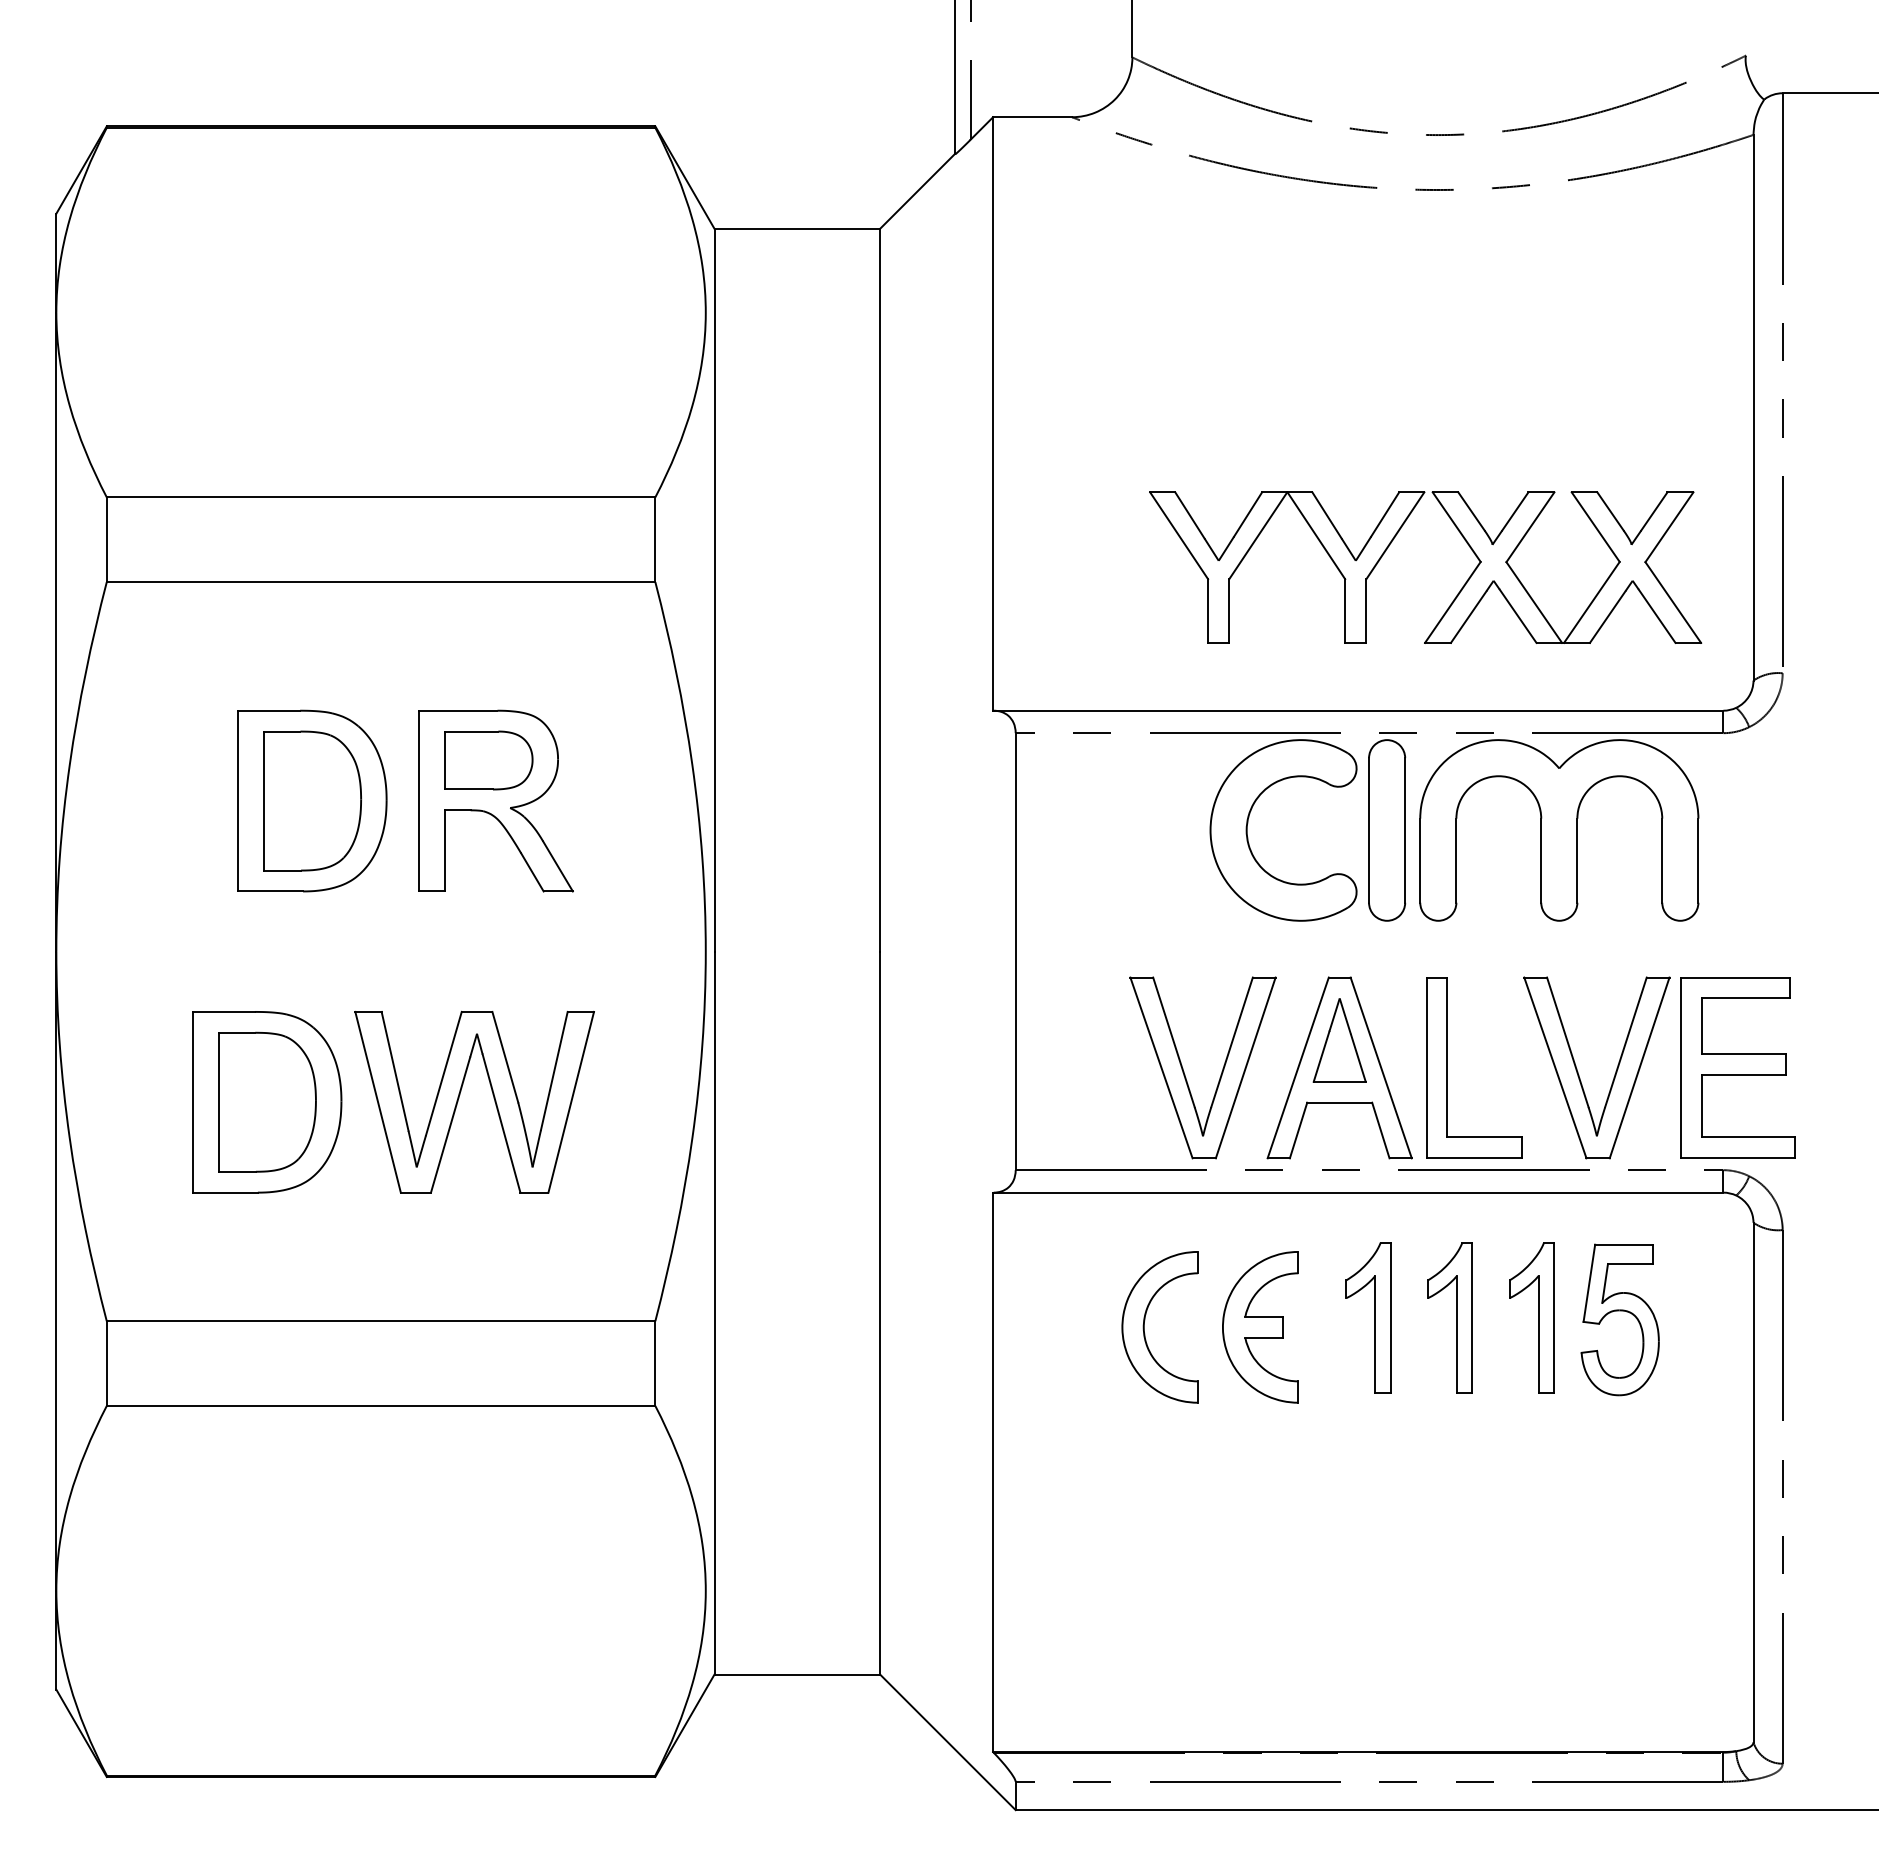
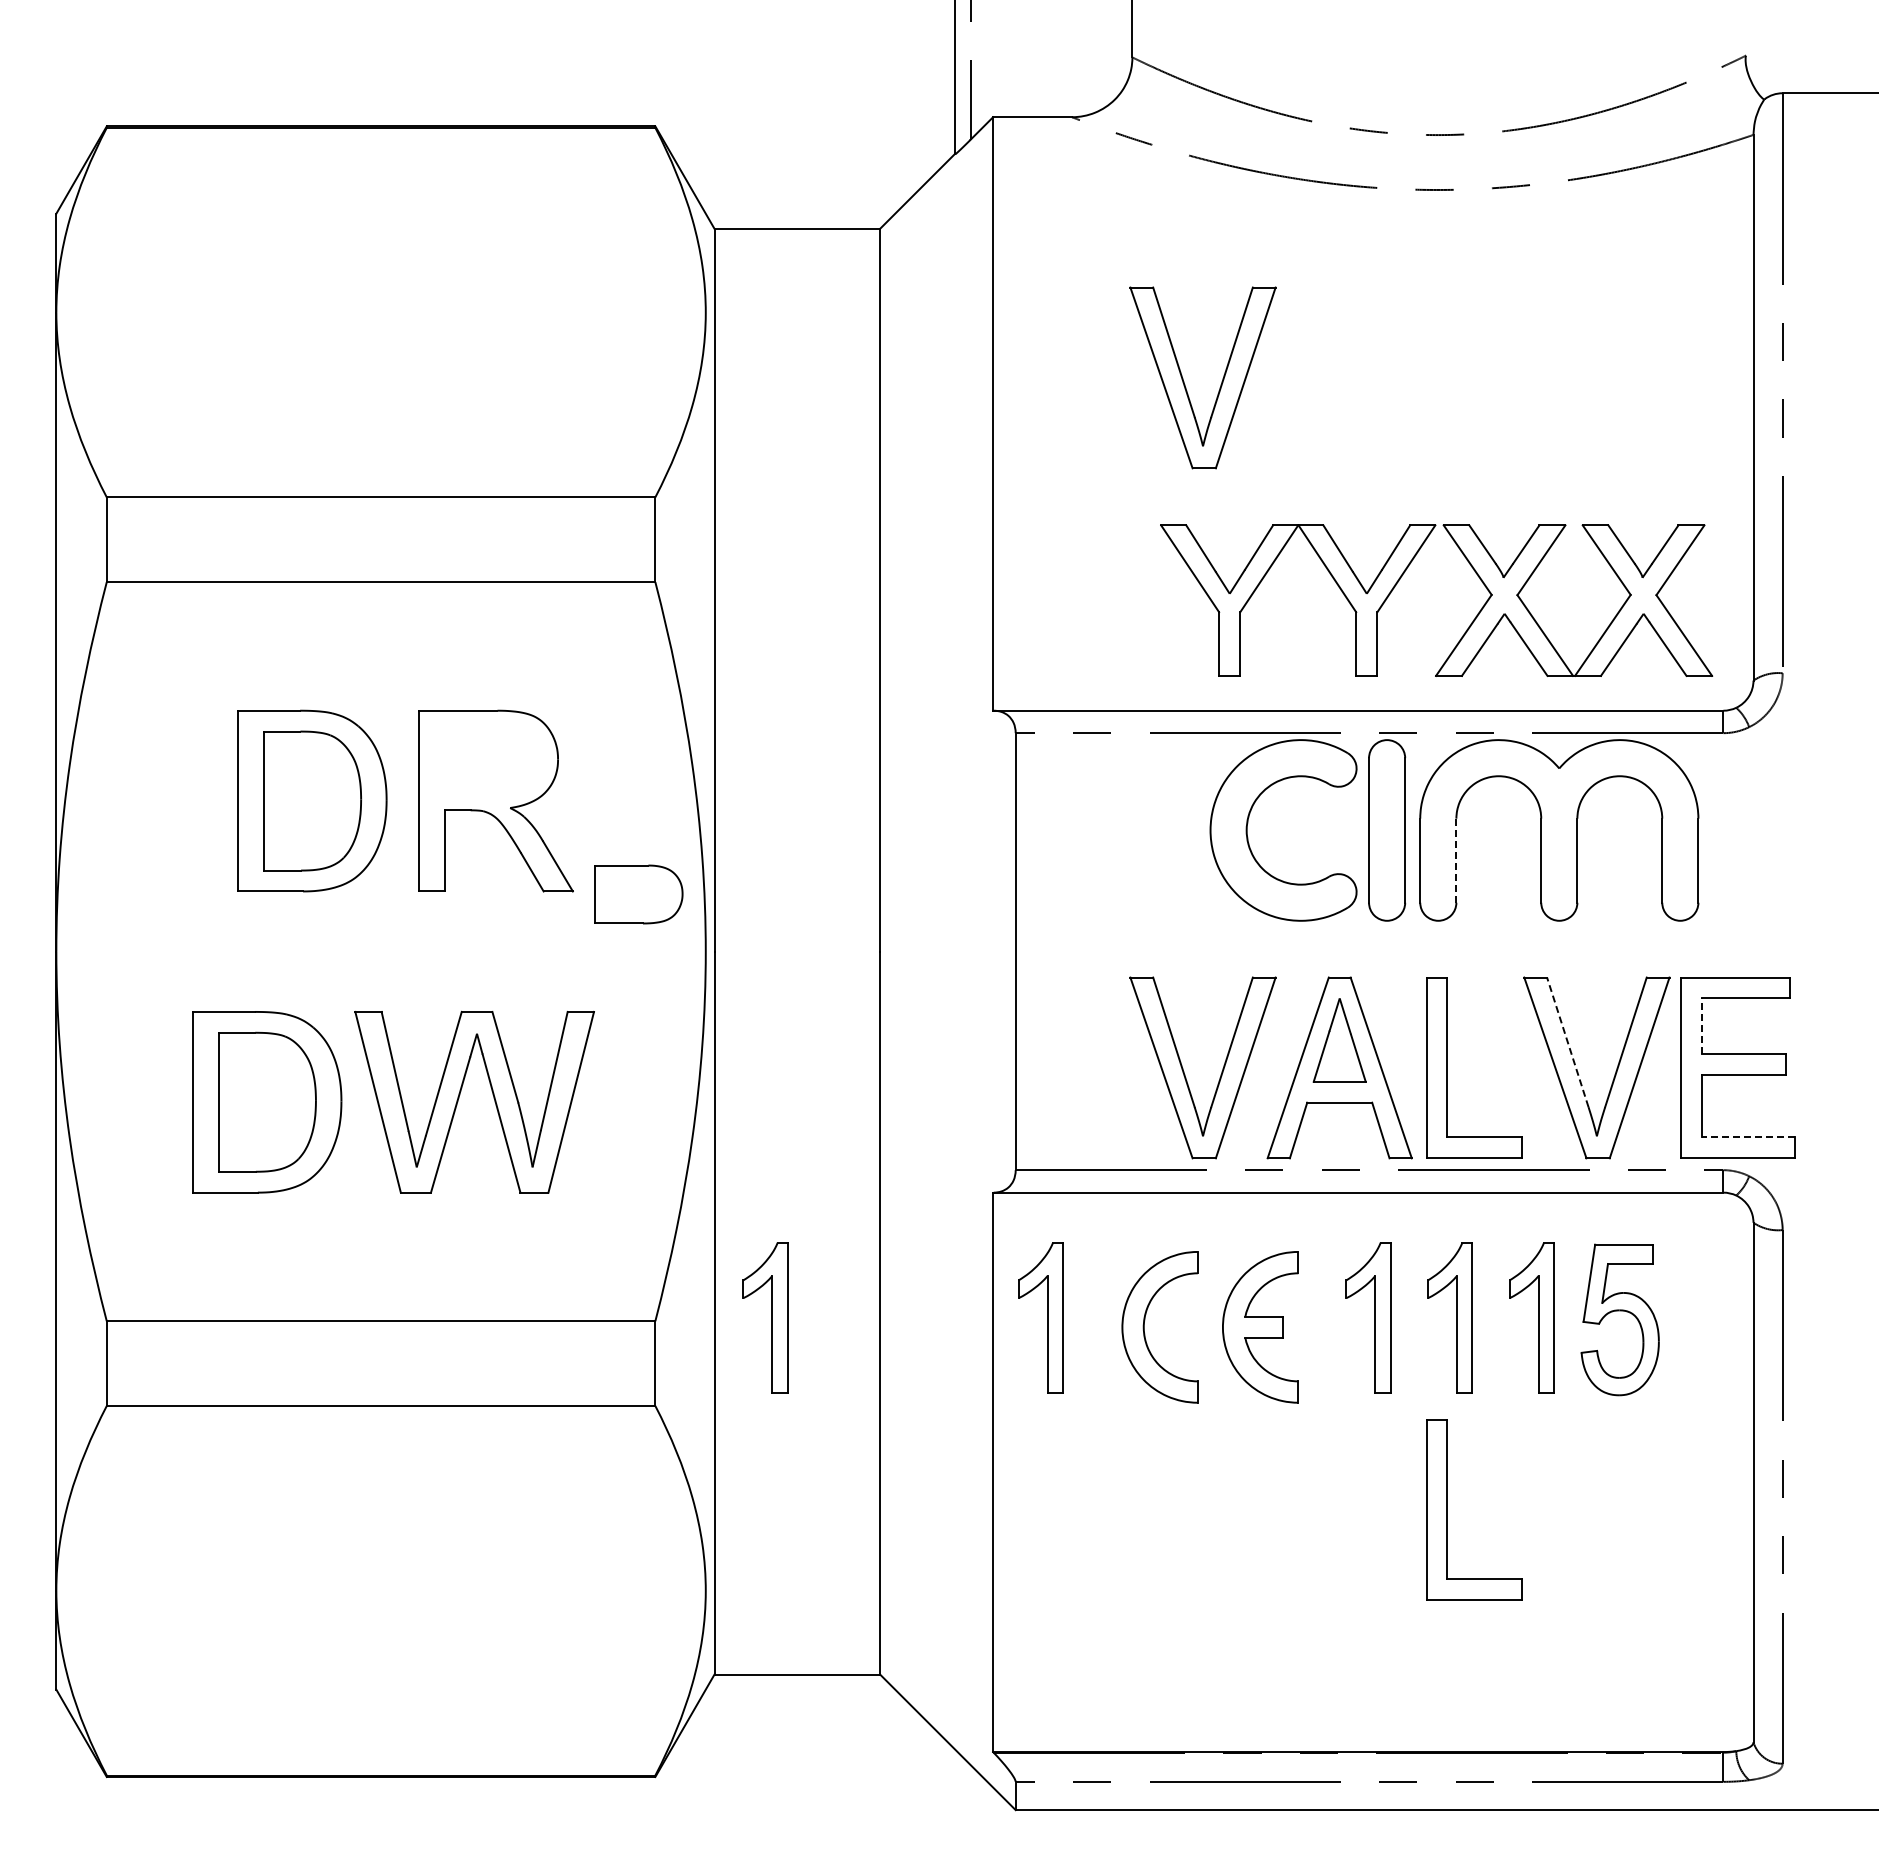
part at (1185, 384): none -> present
part at (1459, 590) position: (1459, 590) -> (1470, 623)
part at (488, 760) position: (488, 760) -> (638, 894)
line at (1456, 861): solid -> dashed
line at (1702, 1026): solid -> dashed
line at (1567, 1042): solid -> dashed
line at (1748, 1137): solid -> dashed
part at (765, 1317): none -> present
part at (1047, 1317): none -> present
part at (1447, 1509): none -> present
